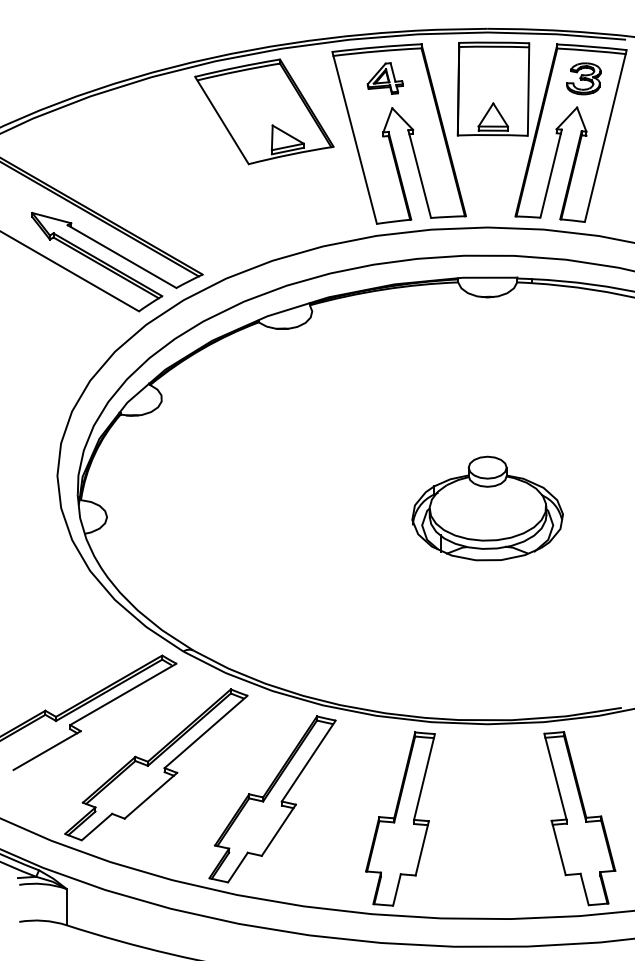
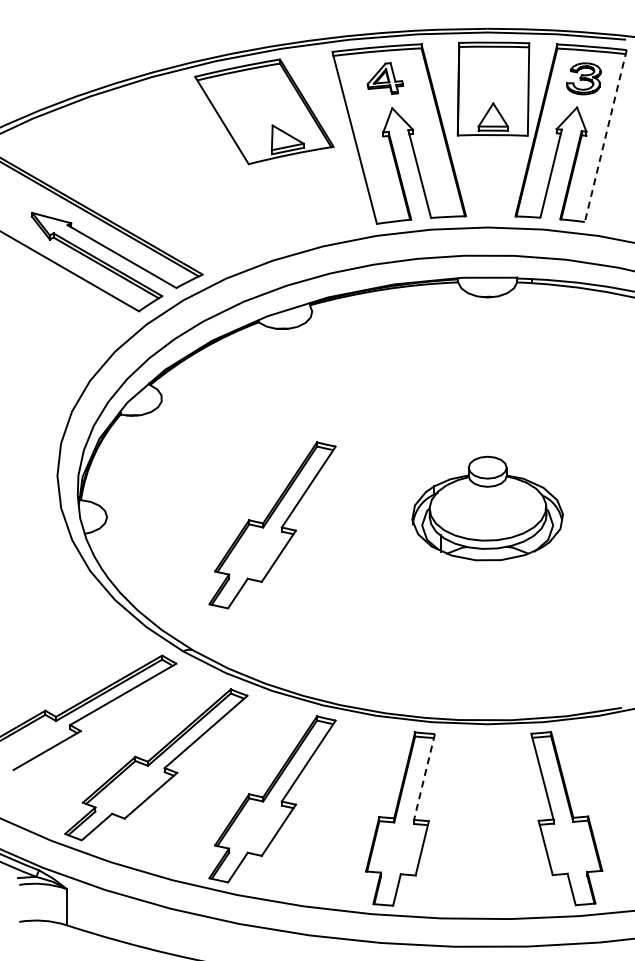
line at (605, 136): solid -> dashed
part at (272, 525): none -> present
line at (424, 777): solid -> dashed
part at (579, 818) position: (579, 818) -> (566, 818)
